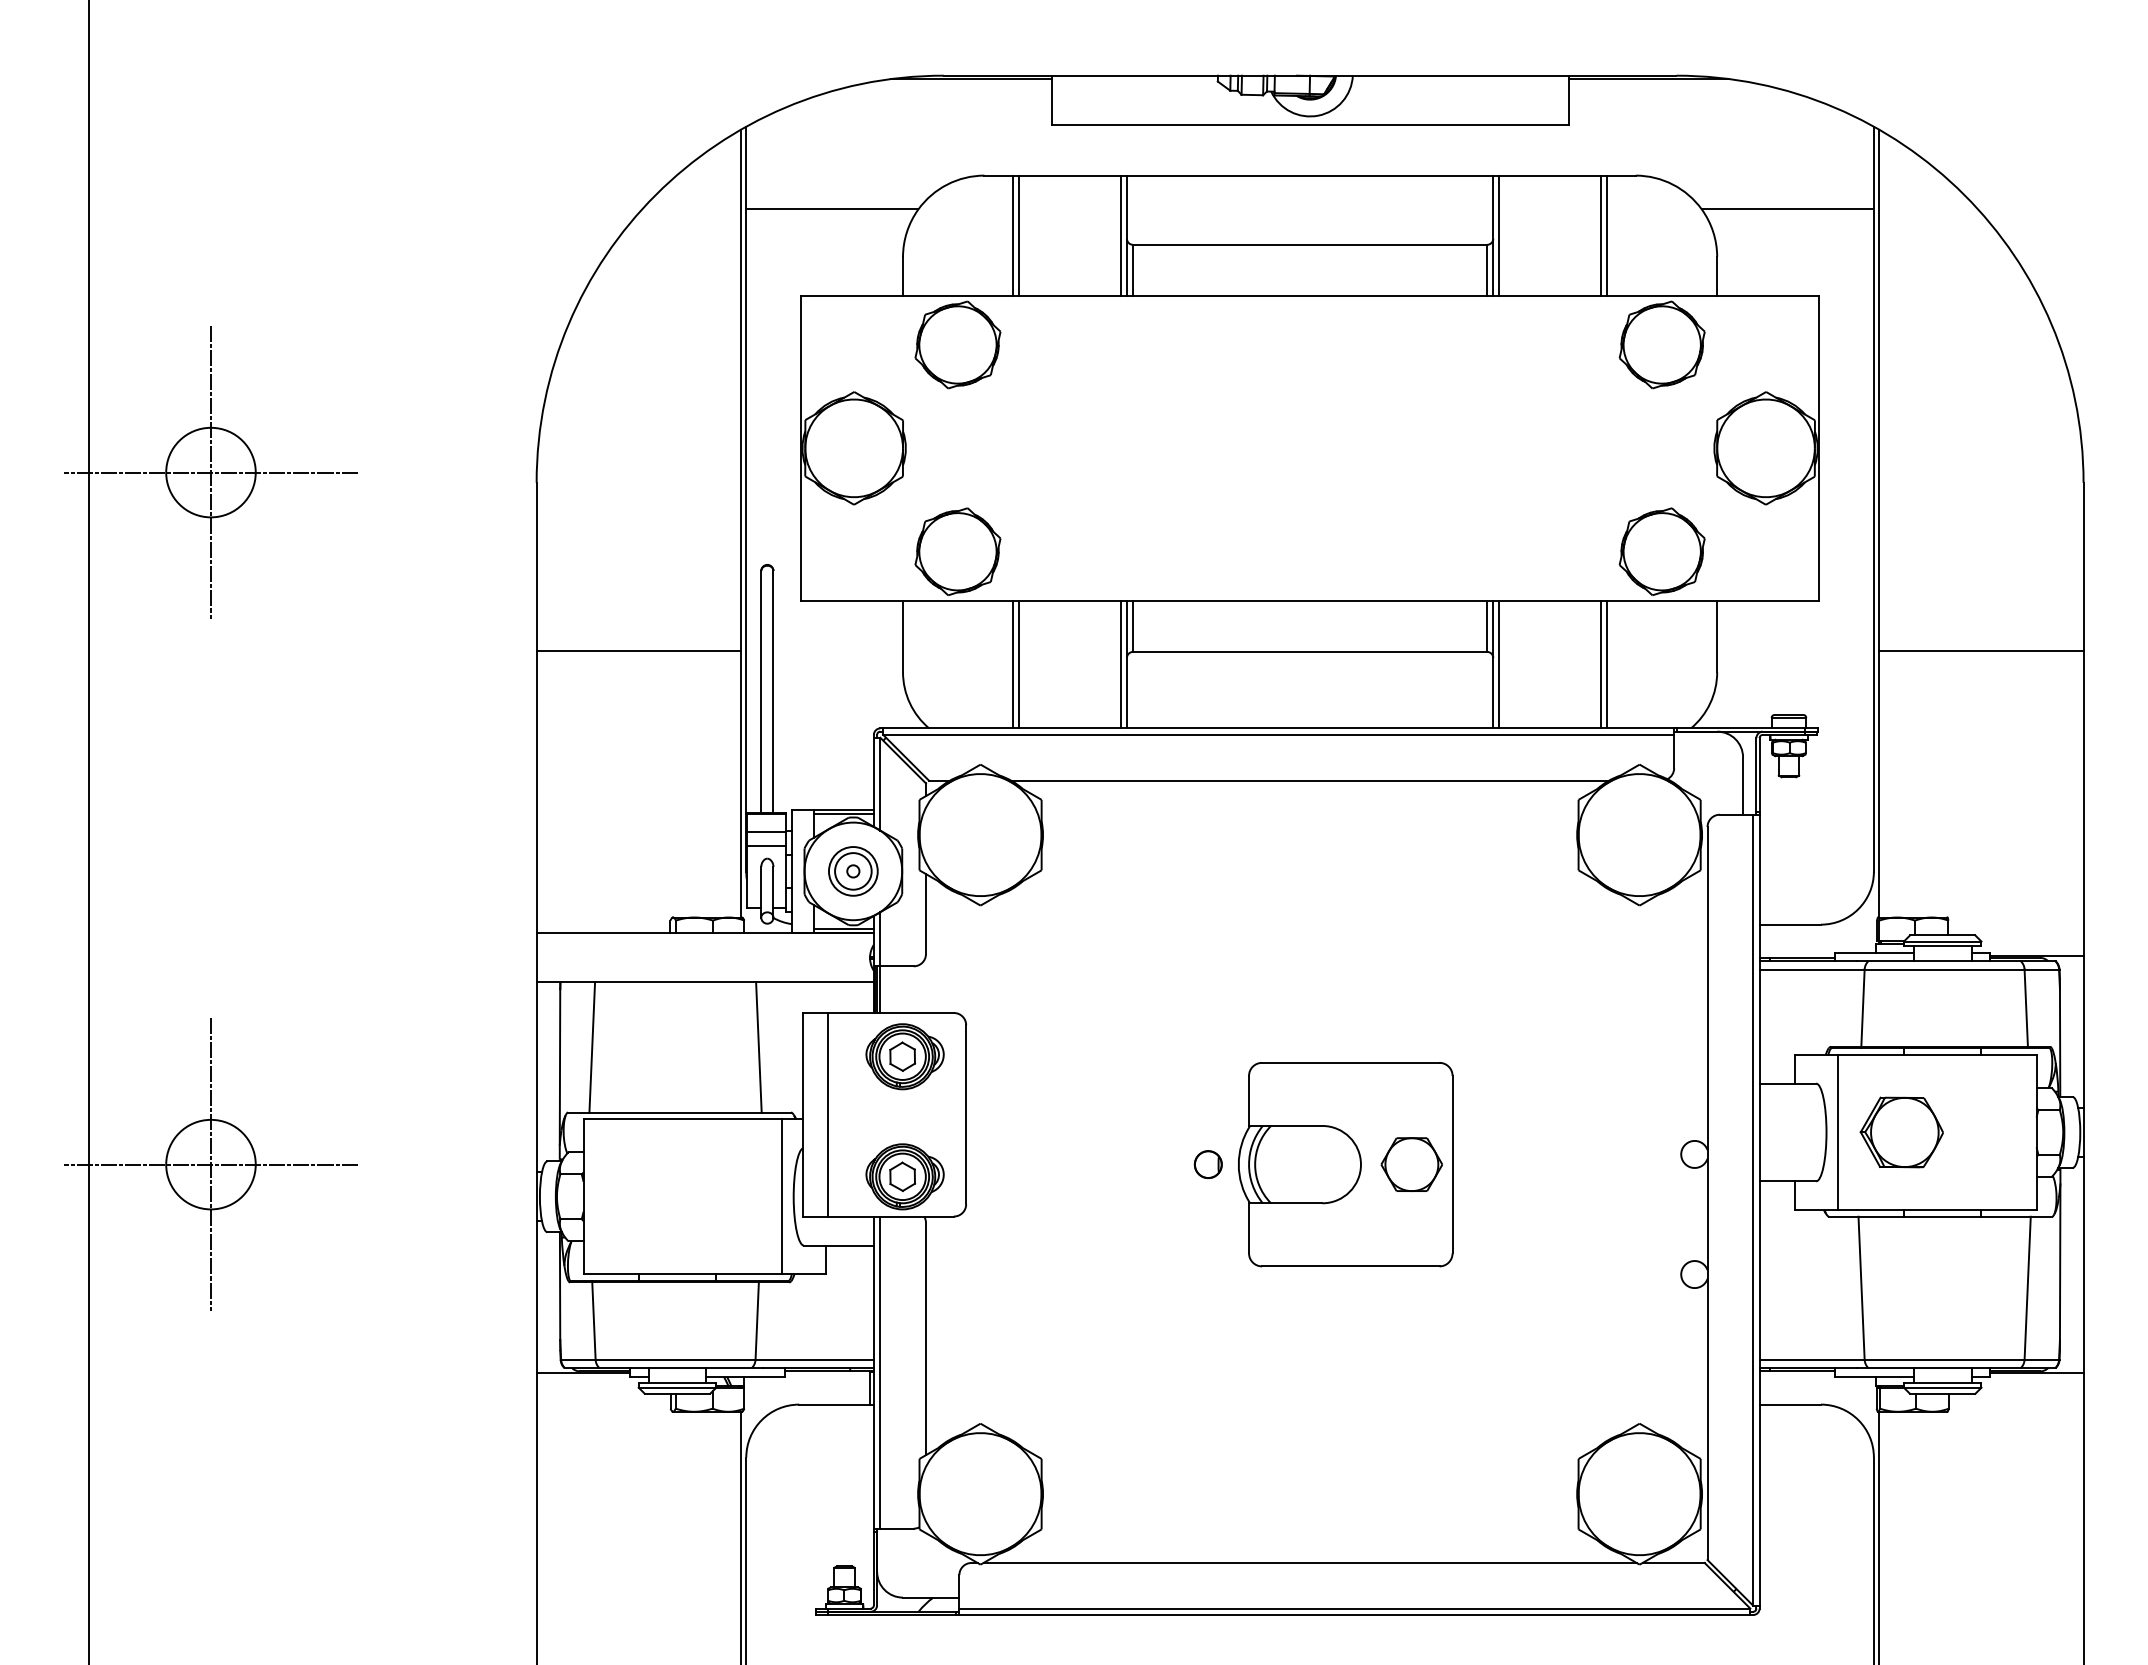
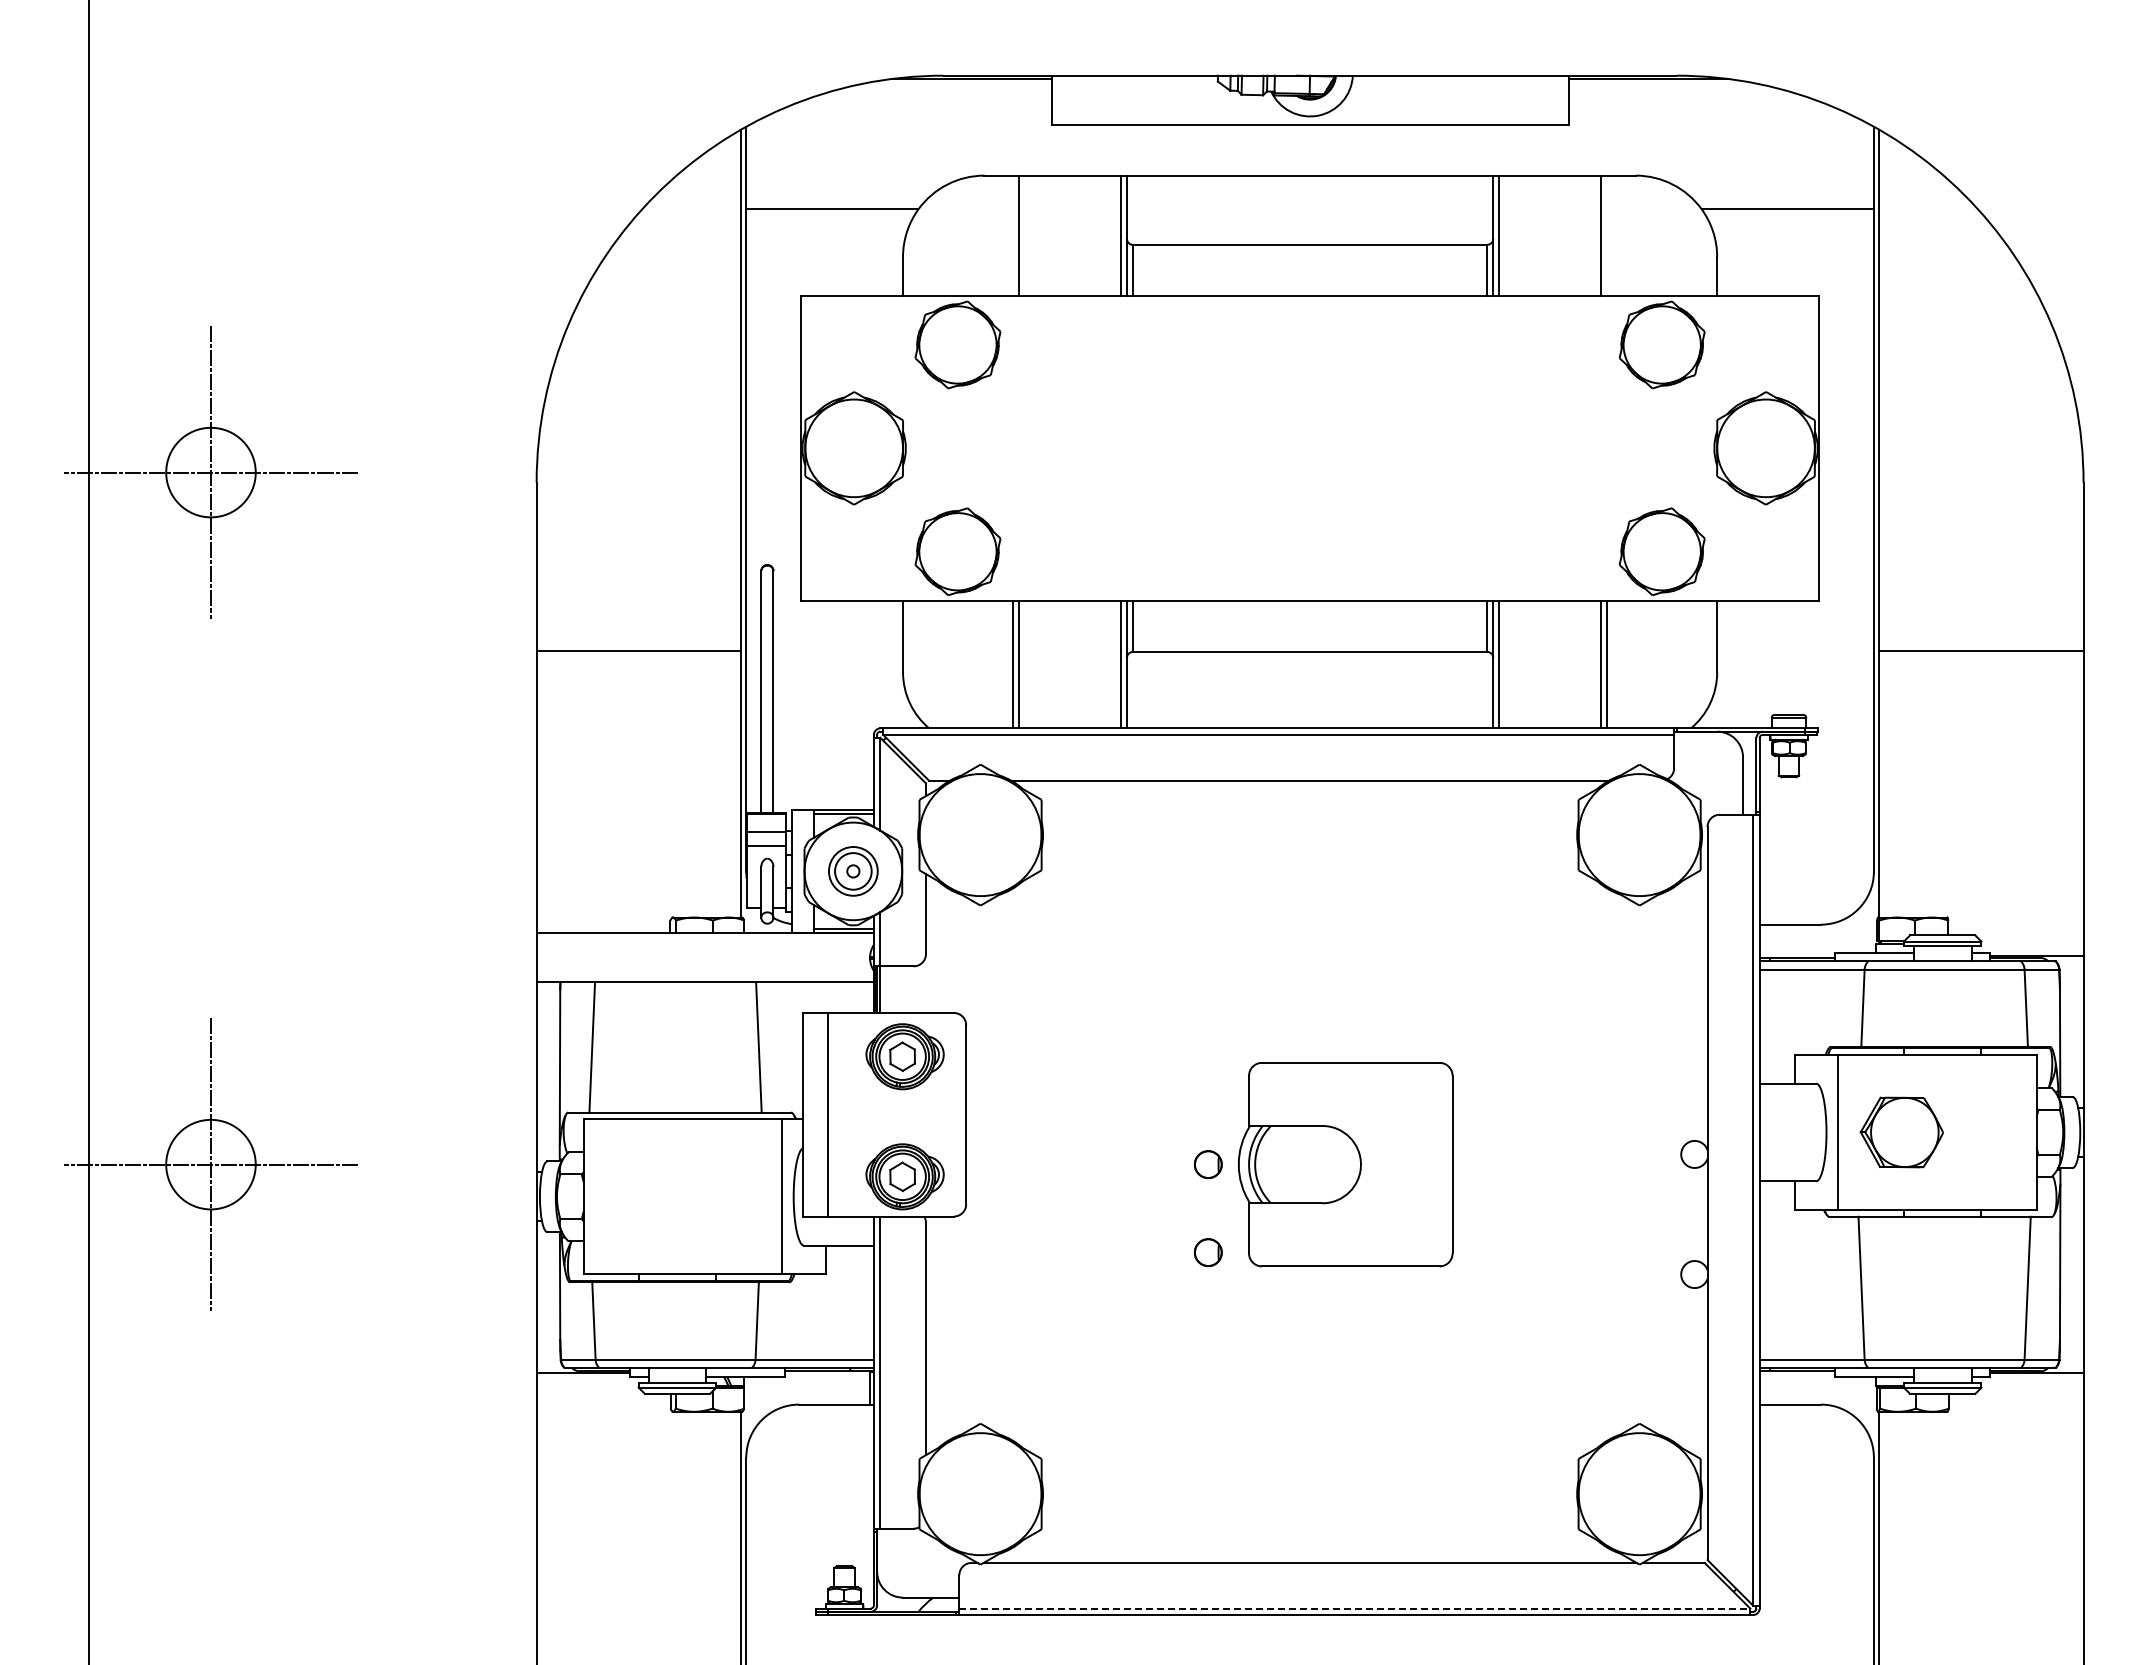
line at (1012, 235): present -> none
line at (1607, 235): present -> none
part at (1411, 1164): present -> none
part at (1207, 1252): none -> present
line at (1355, 1608): solid -> dashed
